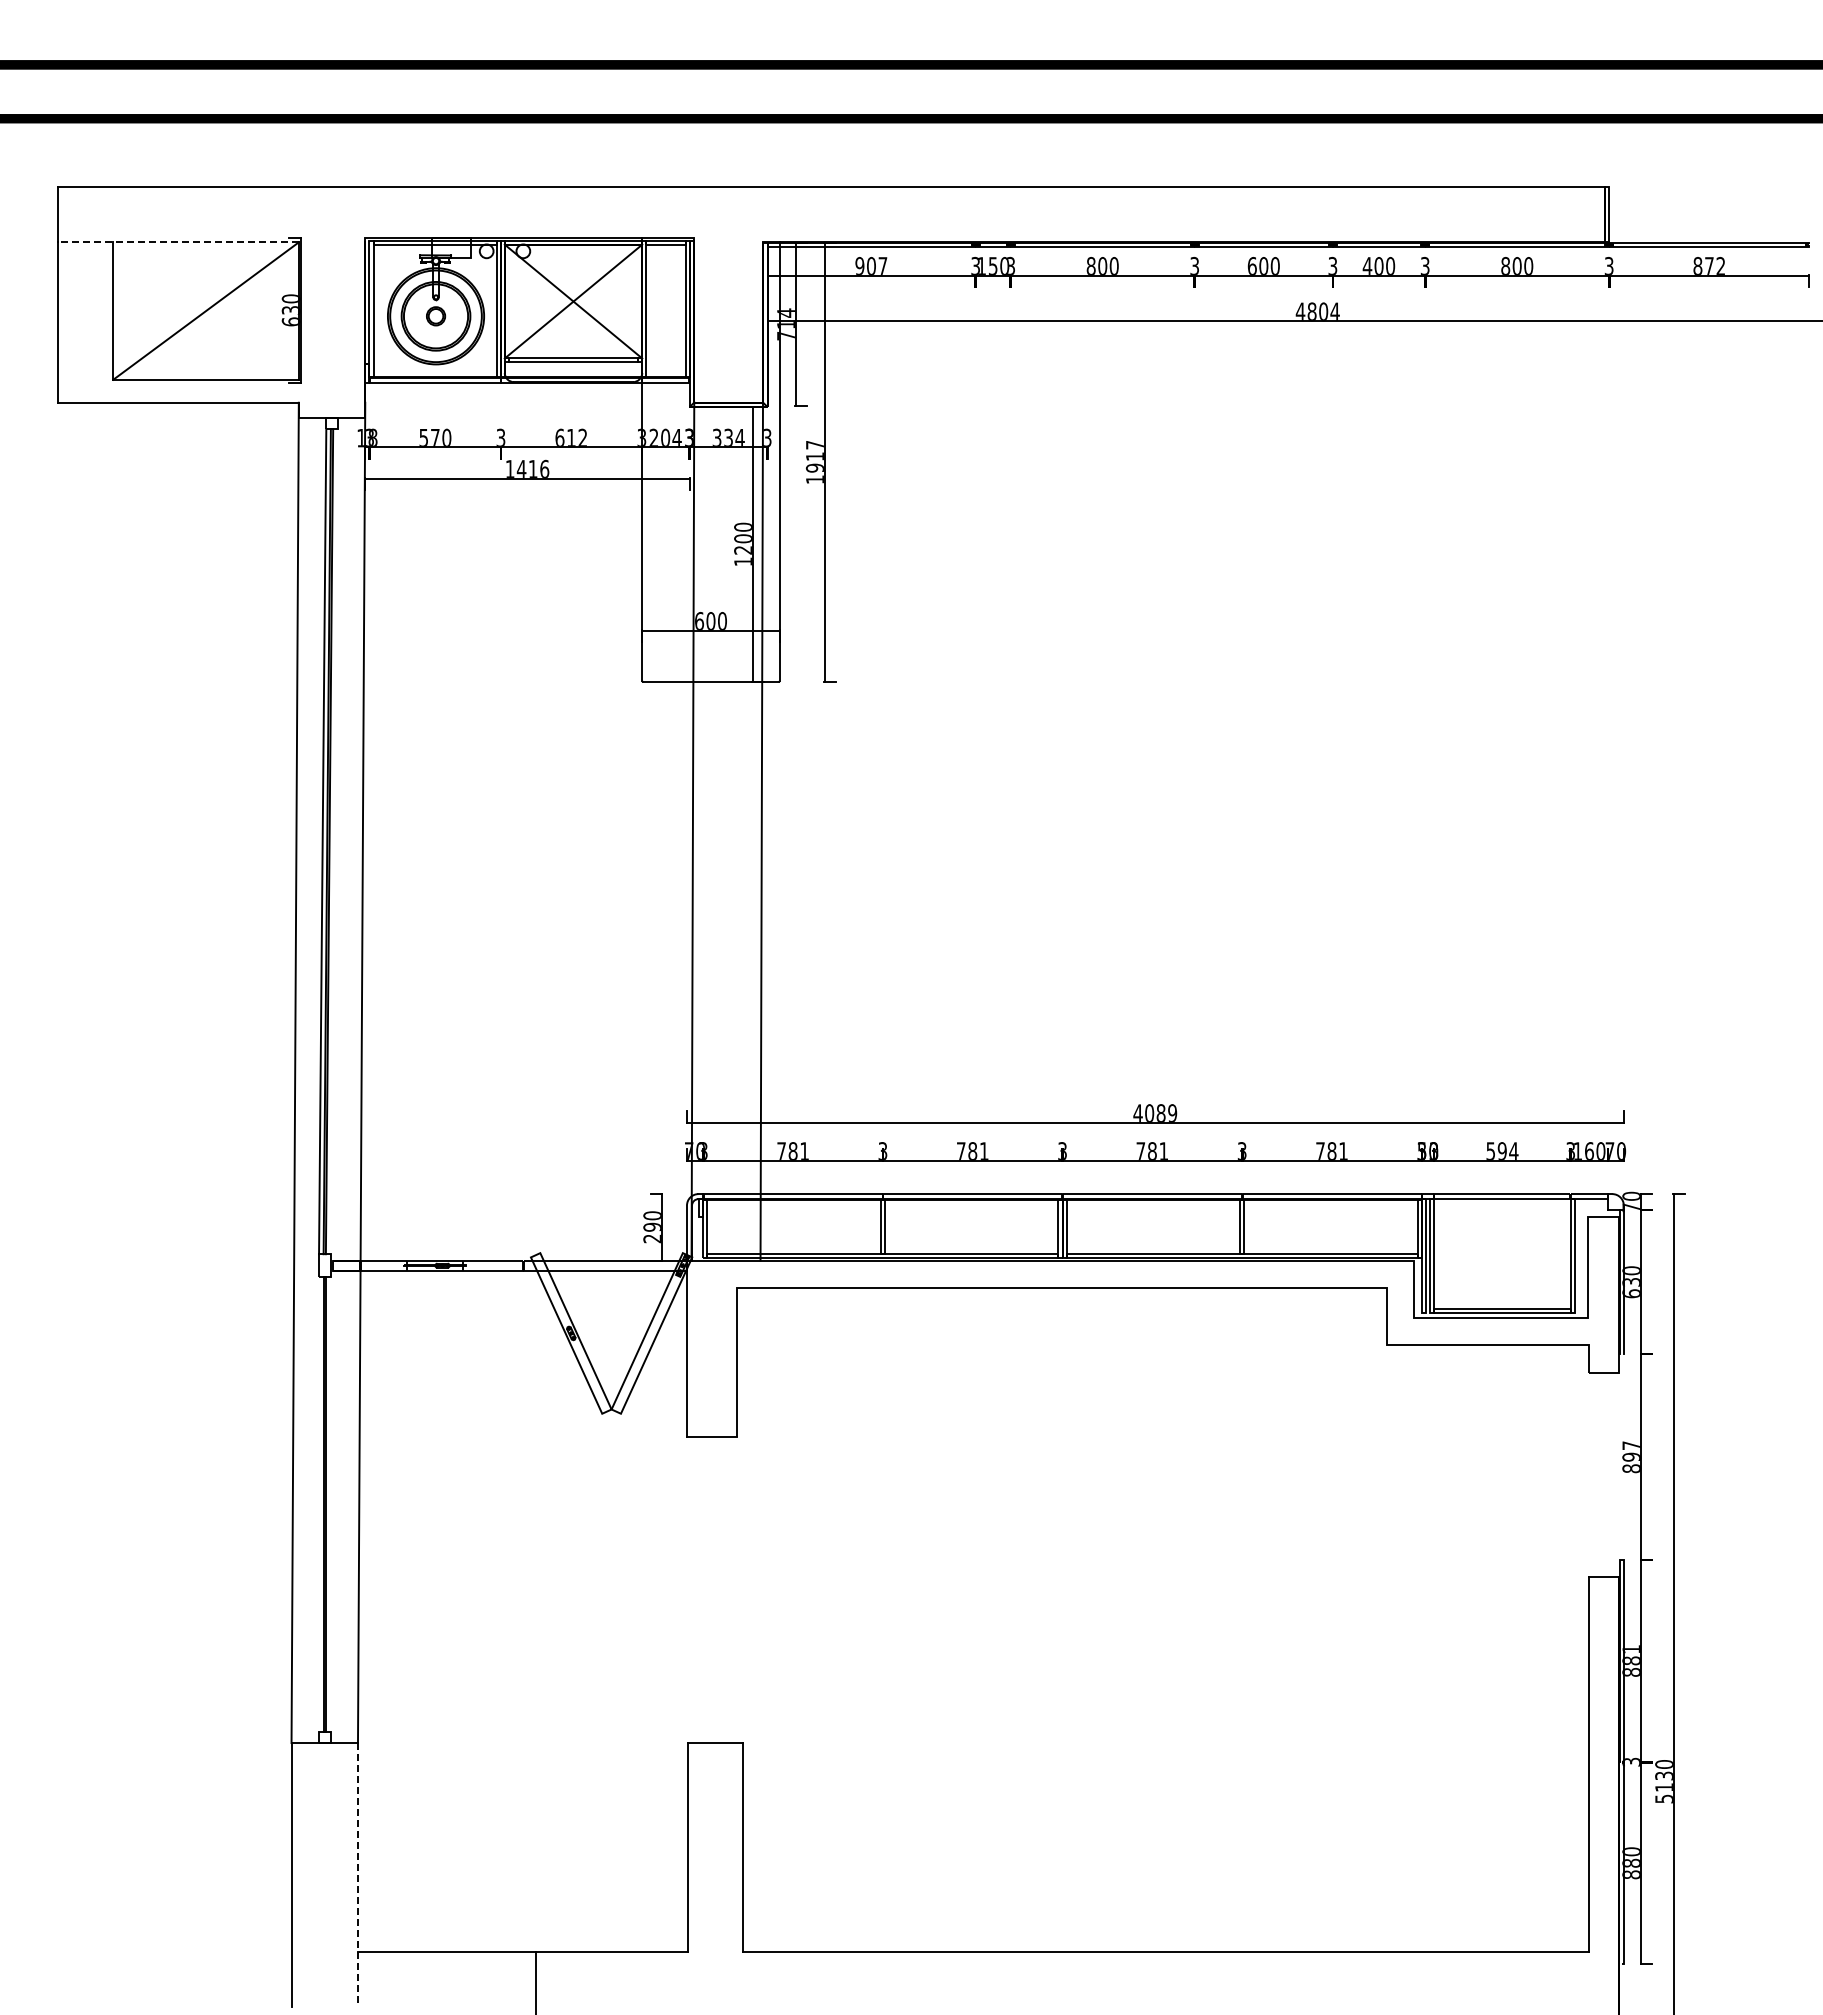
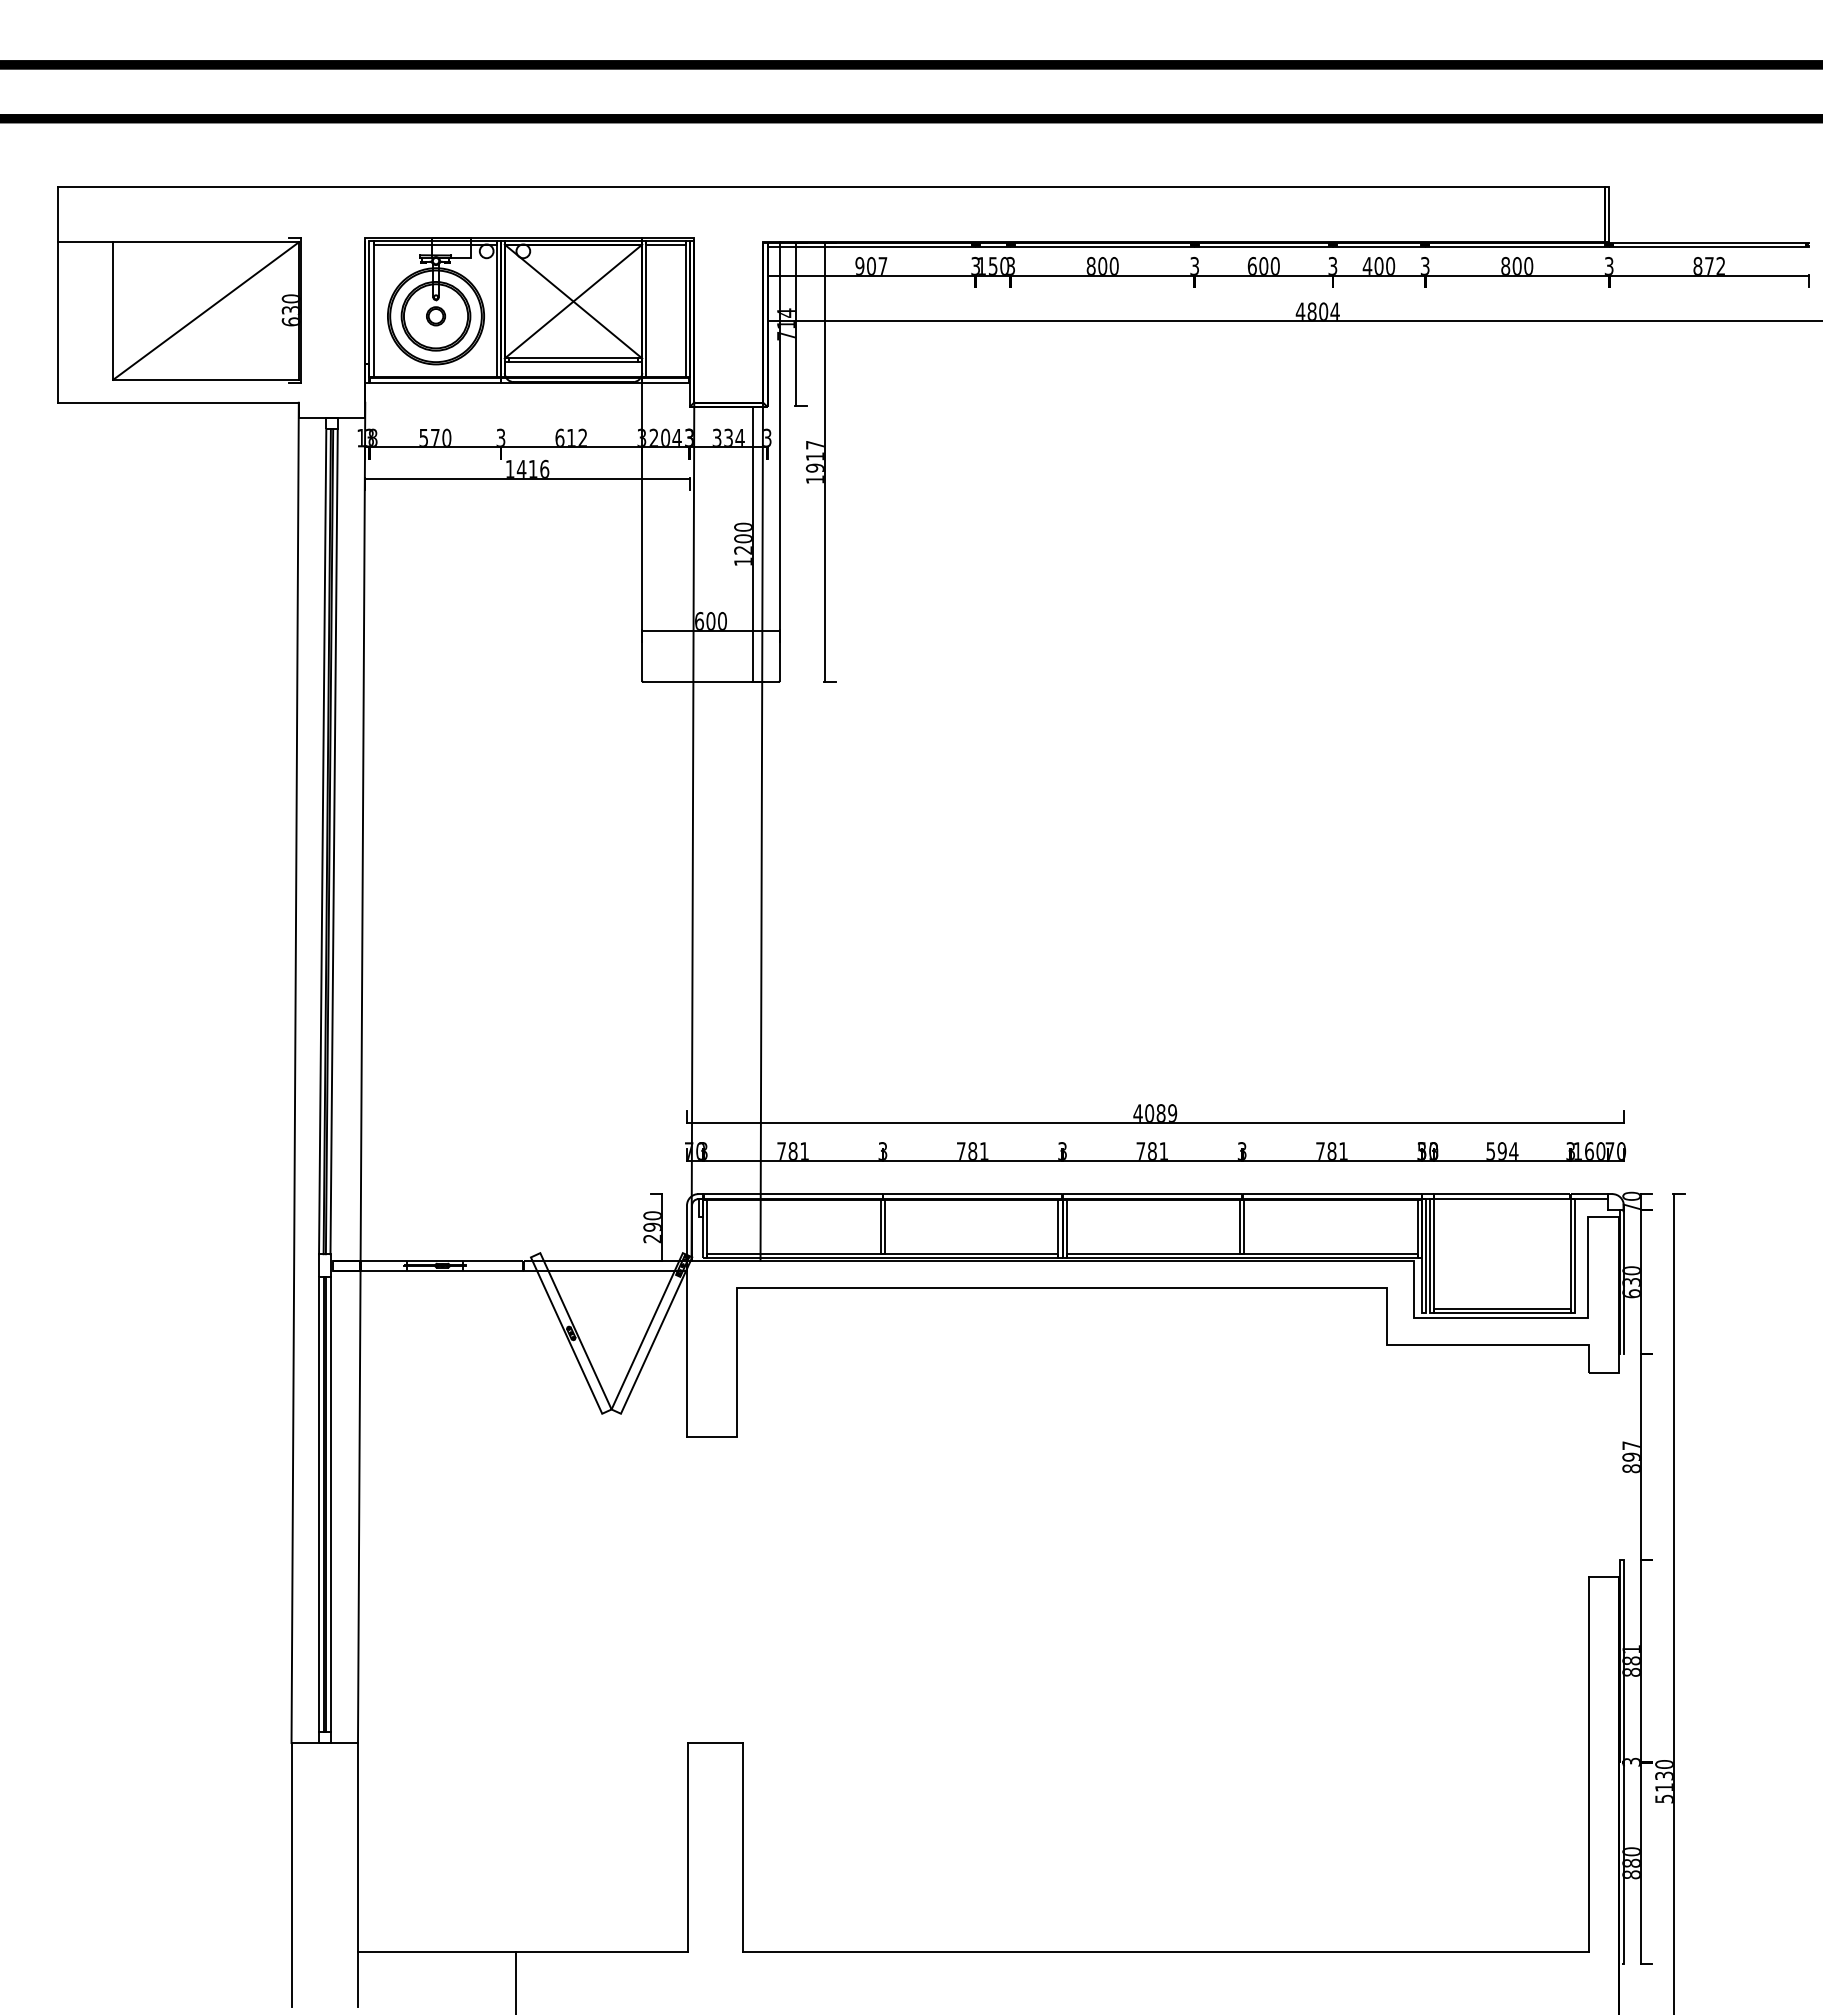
line at (178, 242): dashed -> solid
line at (333, 841): none -> present
line at (319, 1504): none -> present
line at (330, 1504): none -> present
line at (357, 1874): dashed -> solid
line at (536, 1981) position: (536, 1981) -> (516, 1981)
